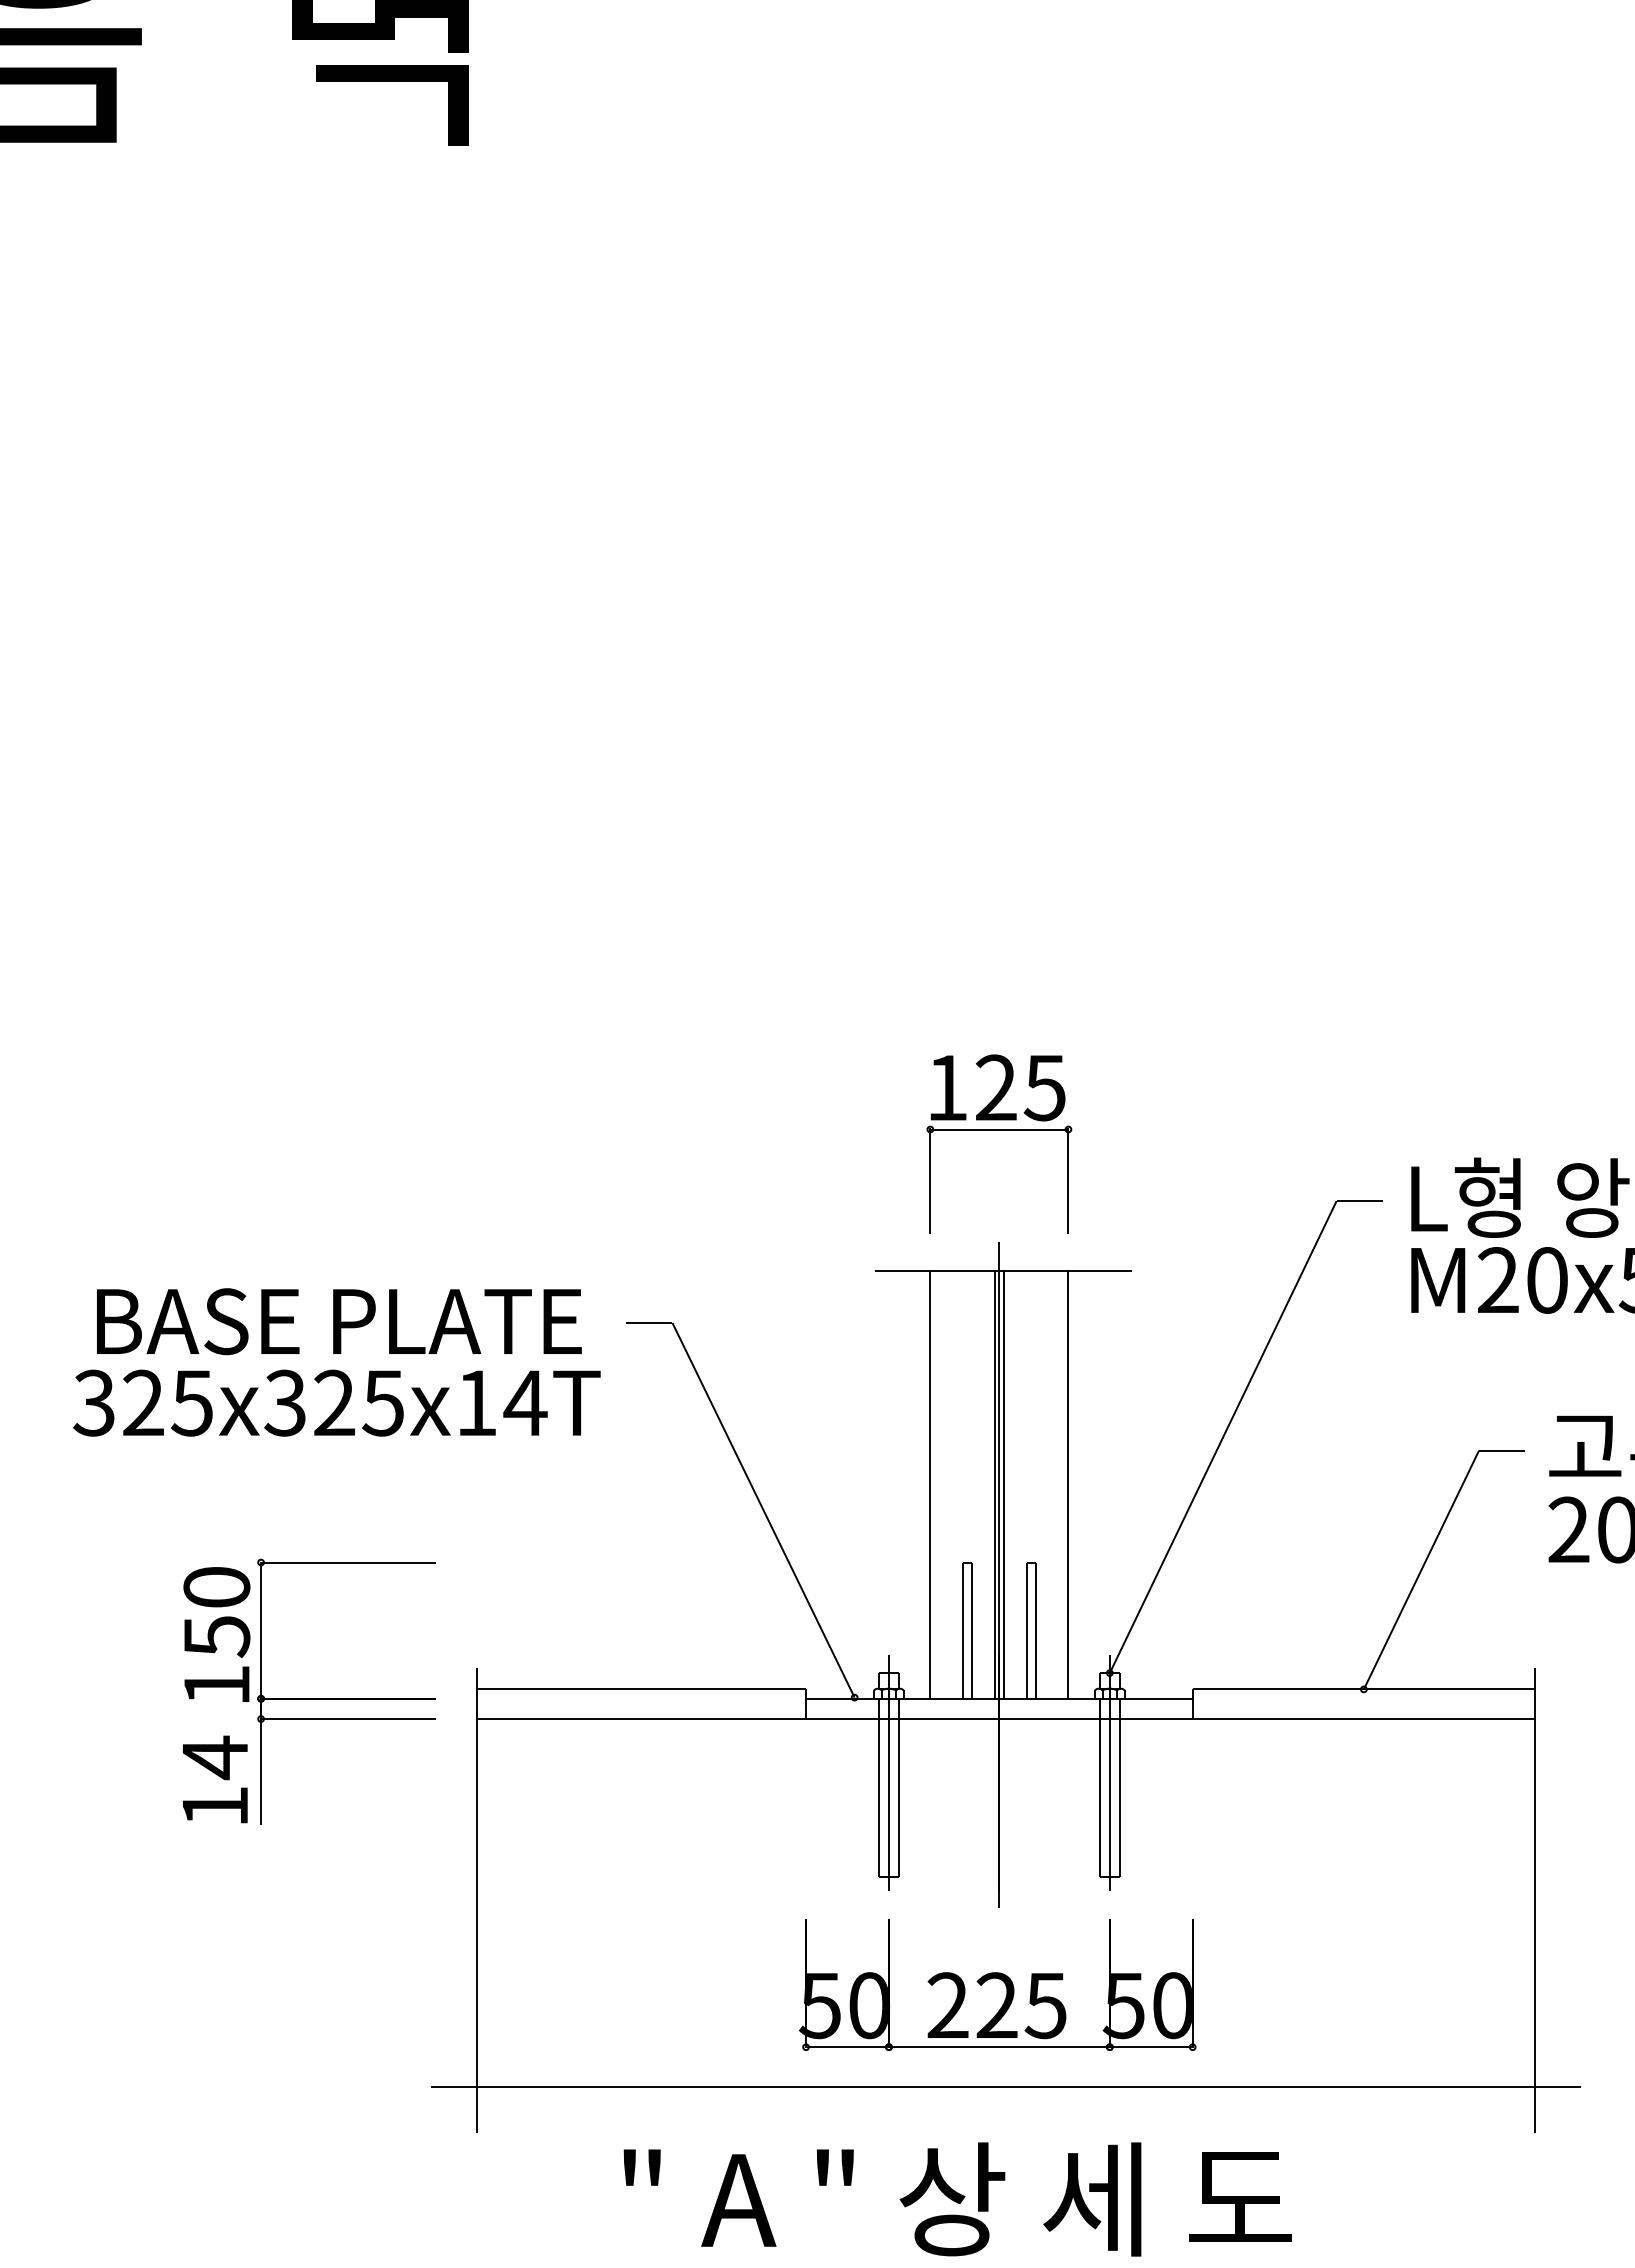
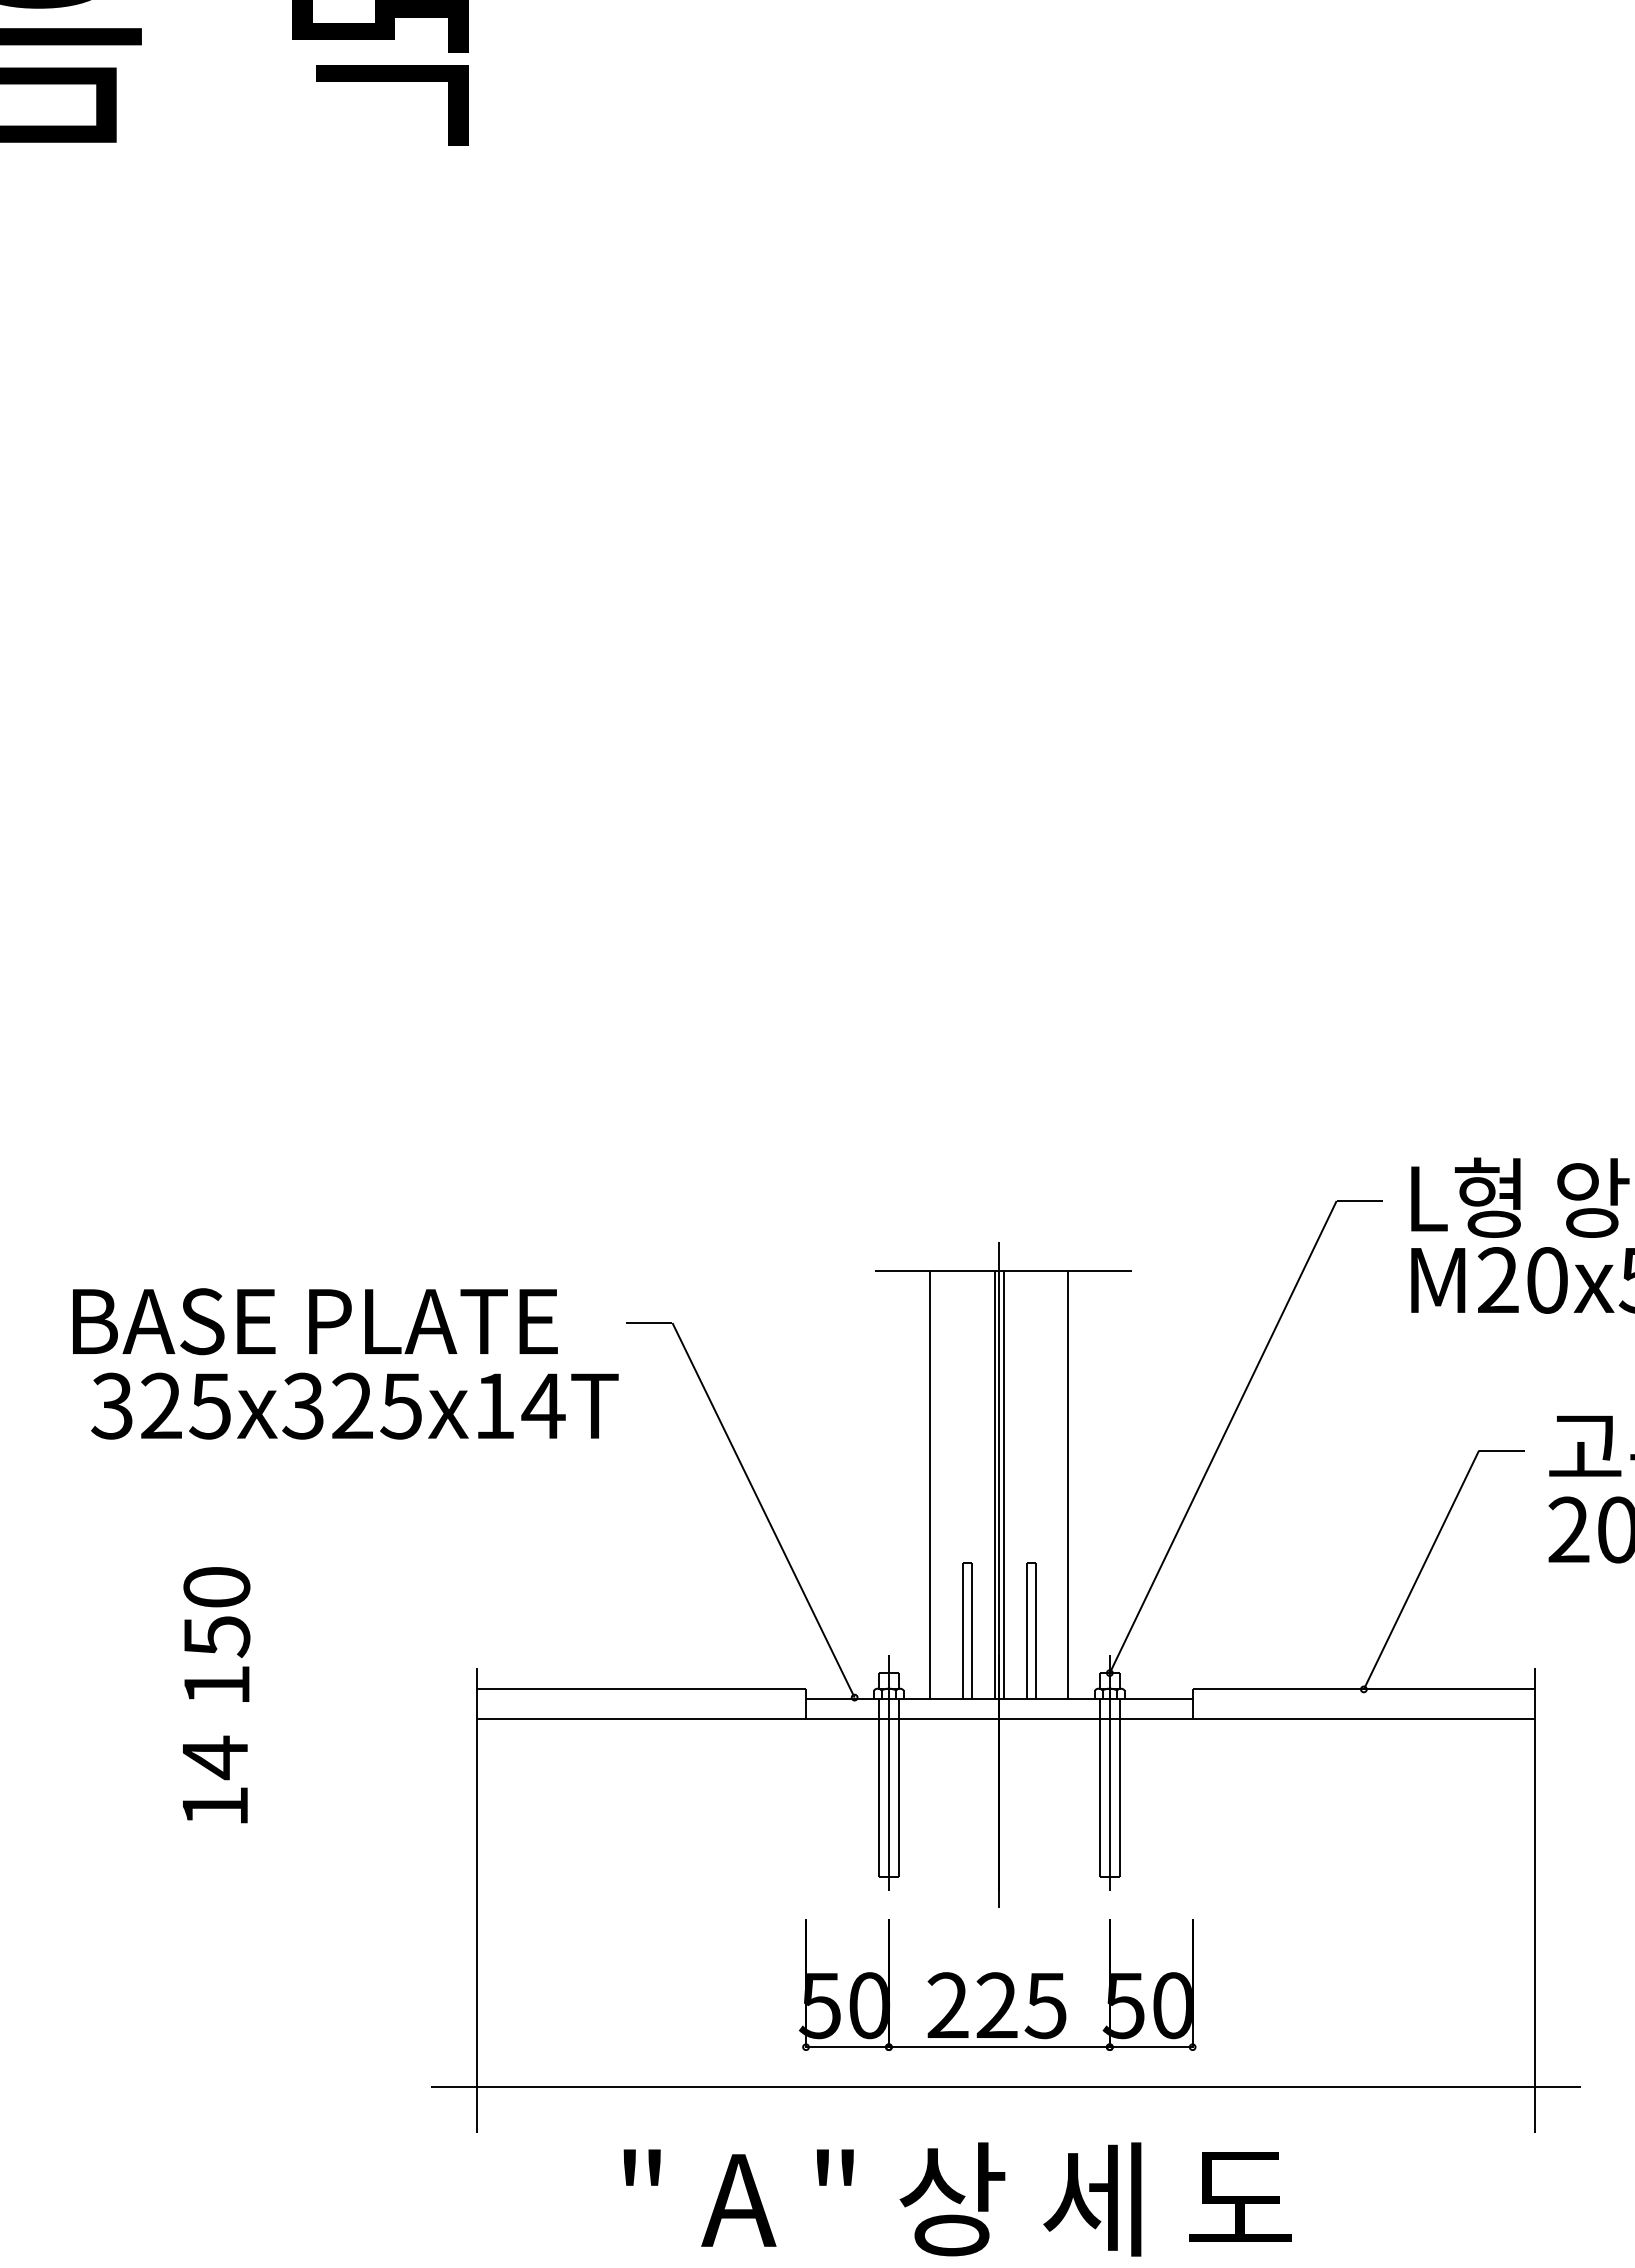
part at (999, 1130): present -> none
text at (339, 1321) position: (339, 1321) -> (315, 1321)
text at (336, 1402) position: (336, 1402) -> (354, 1405)
part at (346, 1698): present -> none
